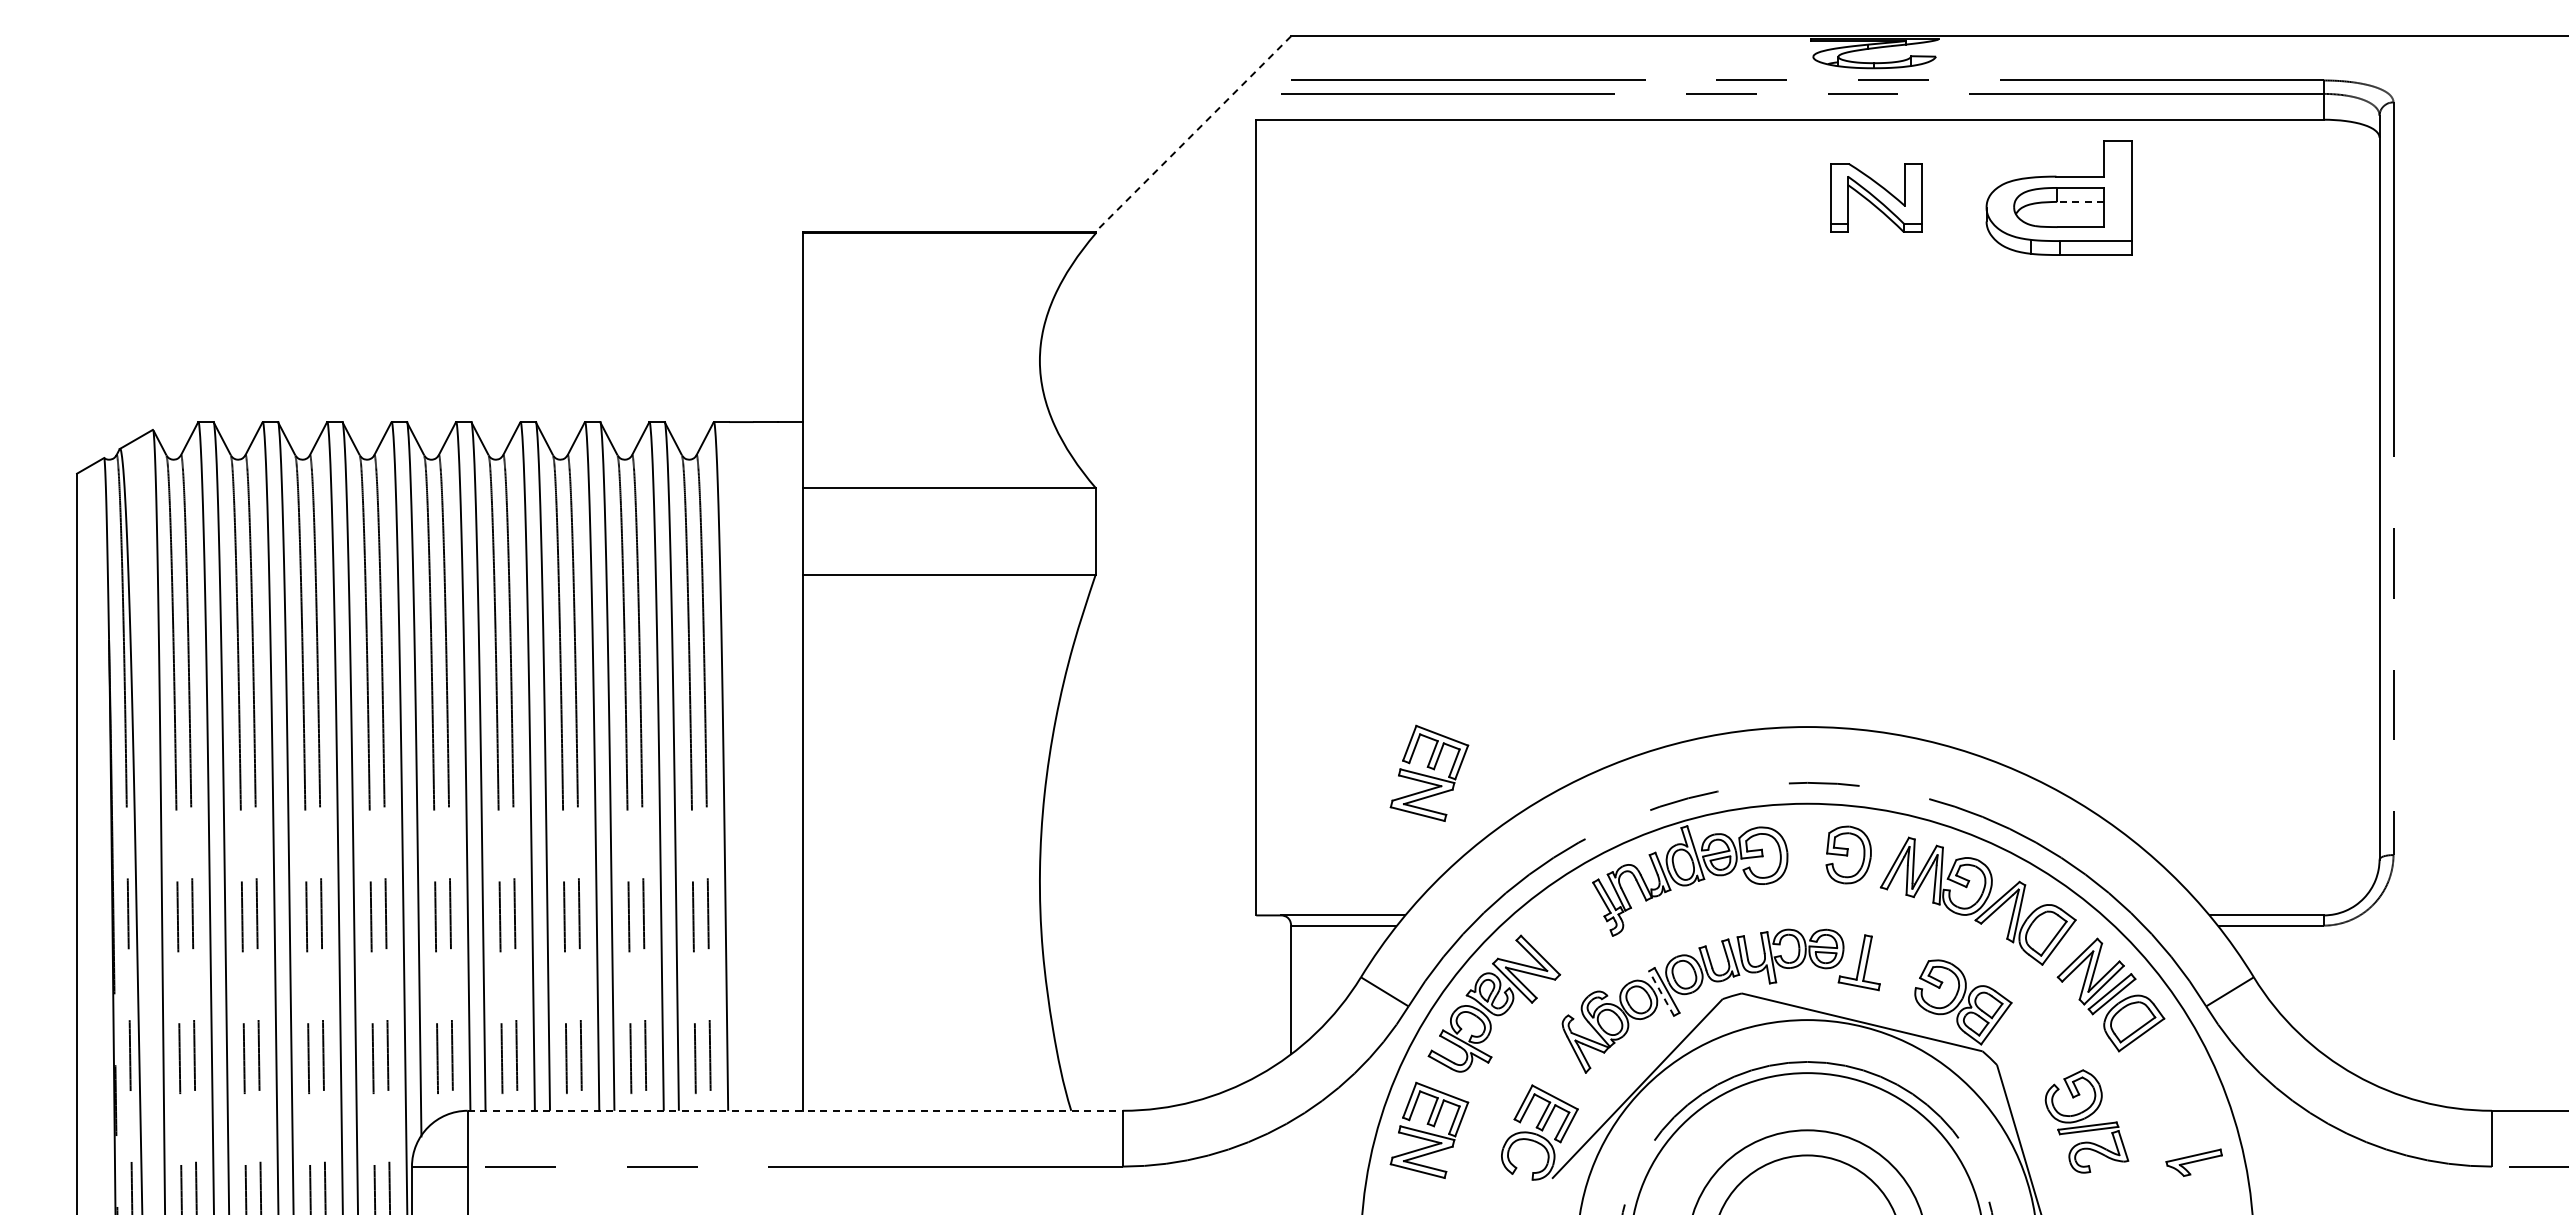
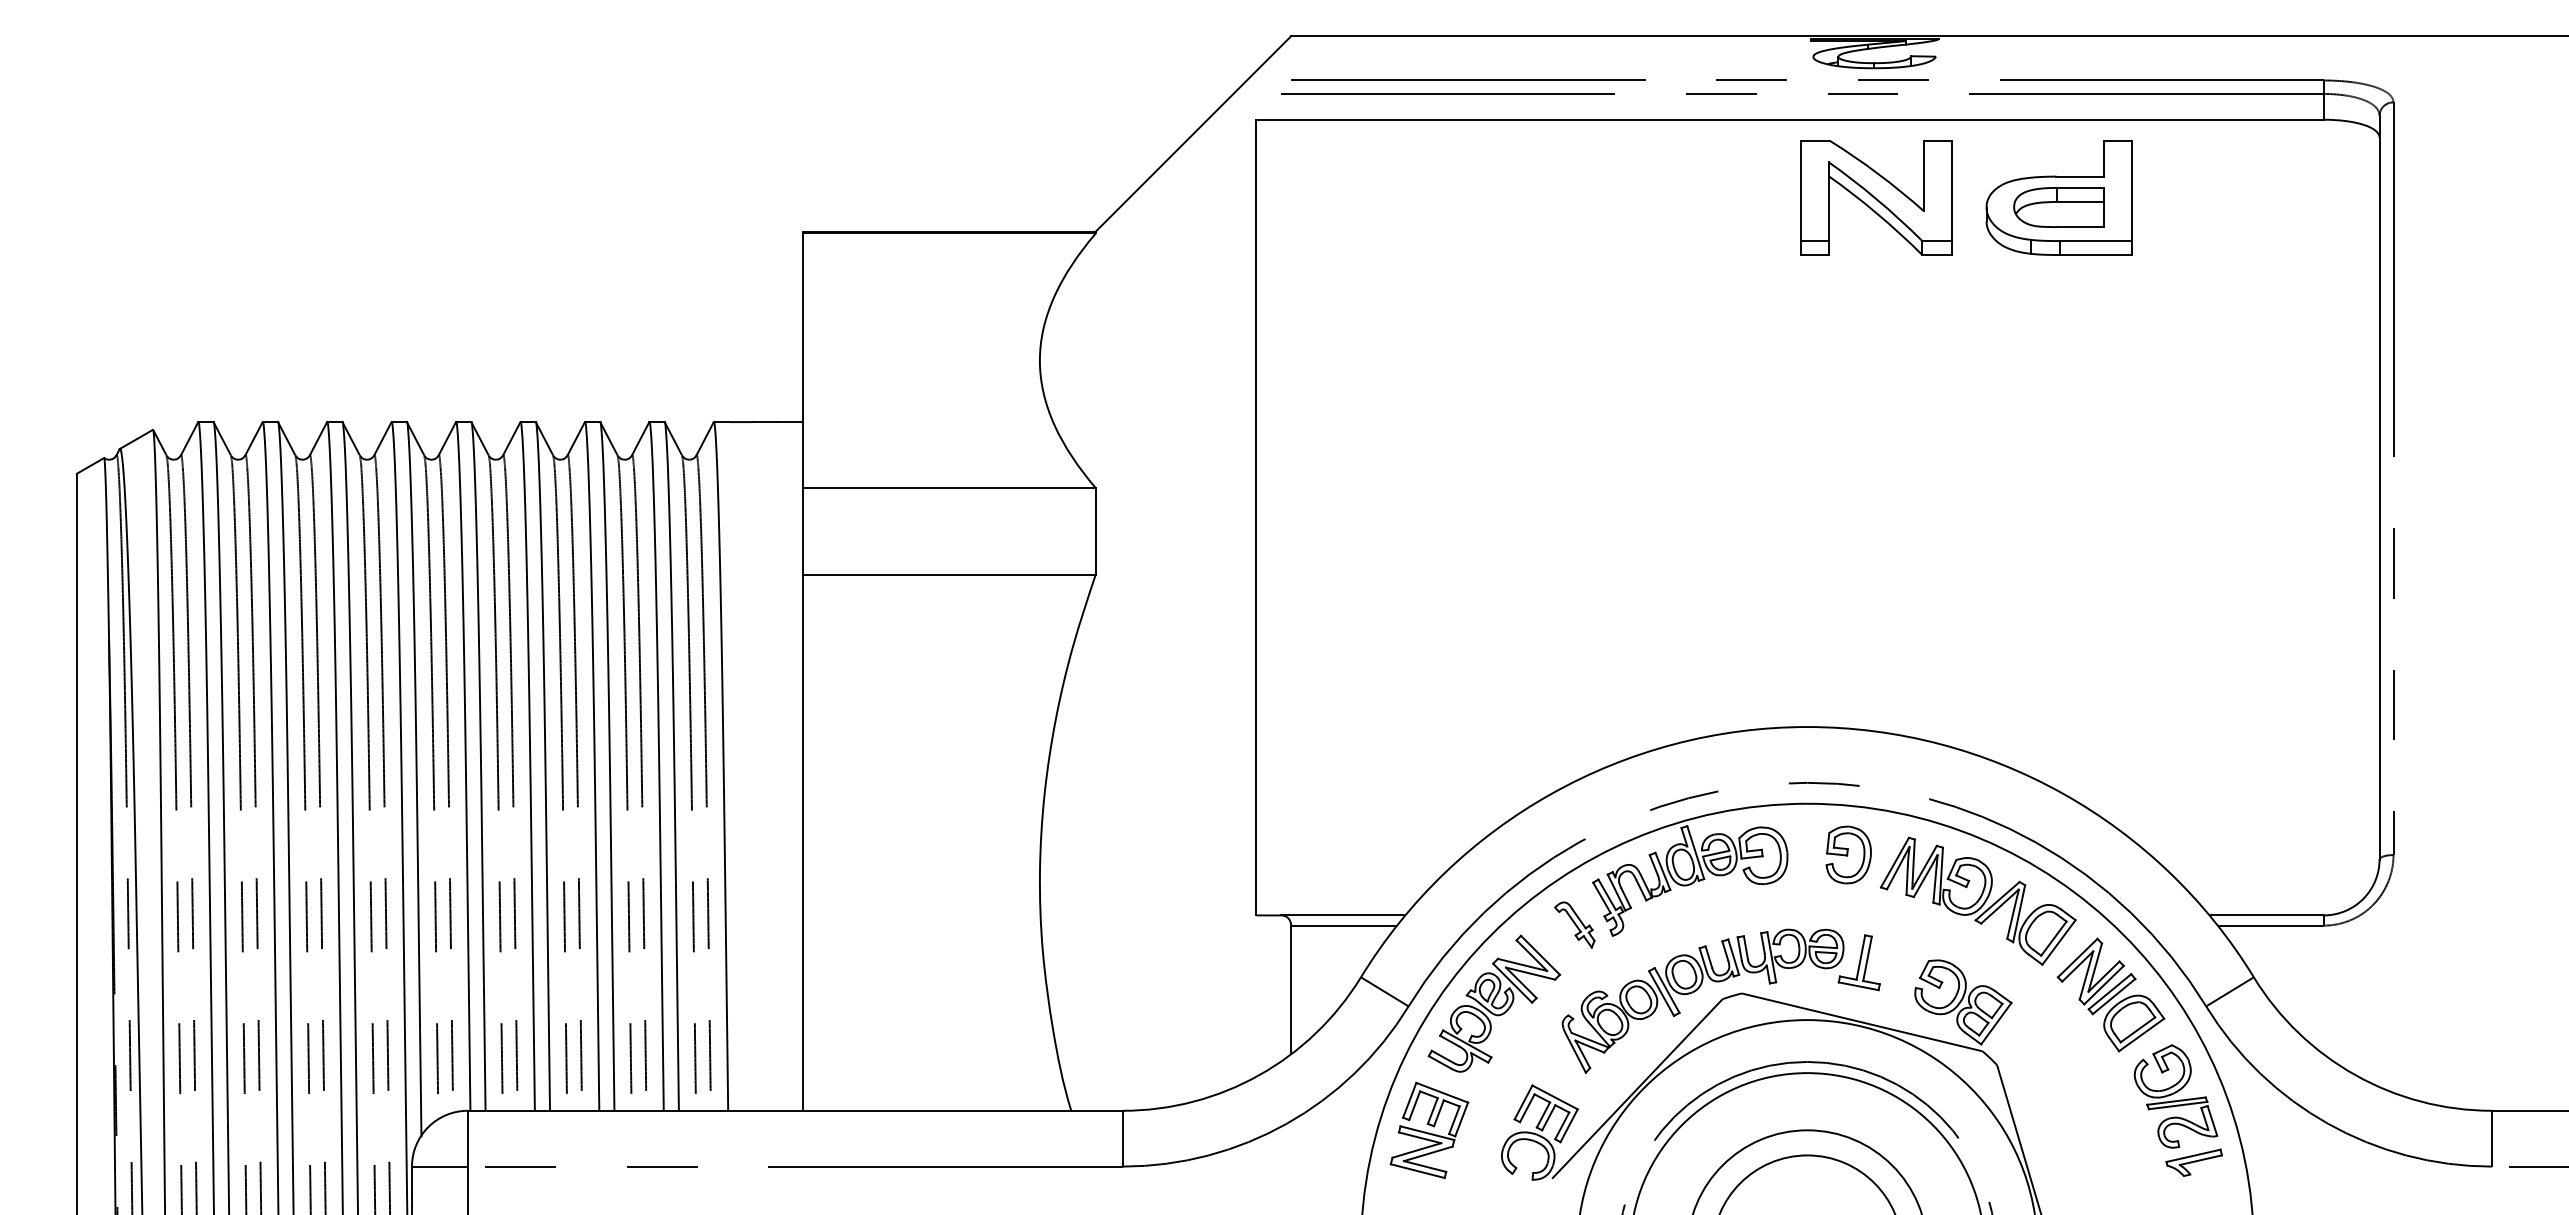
line at (1193, 134): dashed -> solid
part at (1876, 197) size: 93x70 px -> 153x116 px
line at (2080, 201): dashed -> solid
part at (1429, 772): present -> none
part at (1574, 924): none -> present
line at (1661, 993): dashed -> solid
line at (795, 1110): dashed -> solid
part at (2086, 1121) position: (2086, 1121) -> (2175, 1096)
